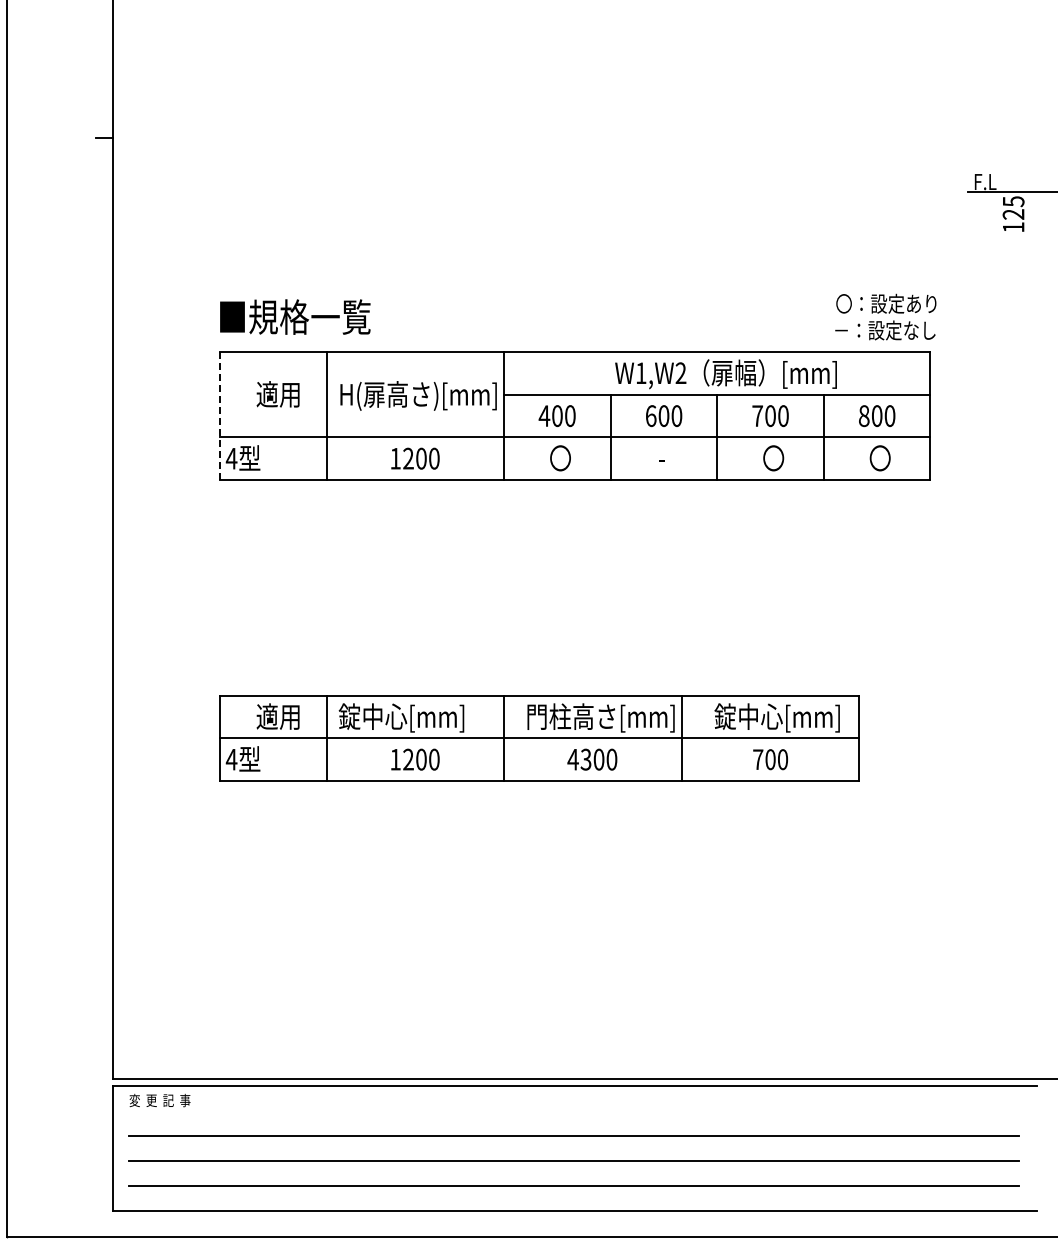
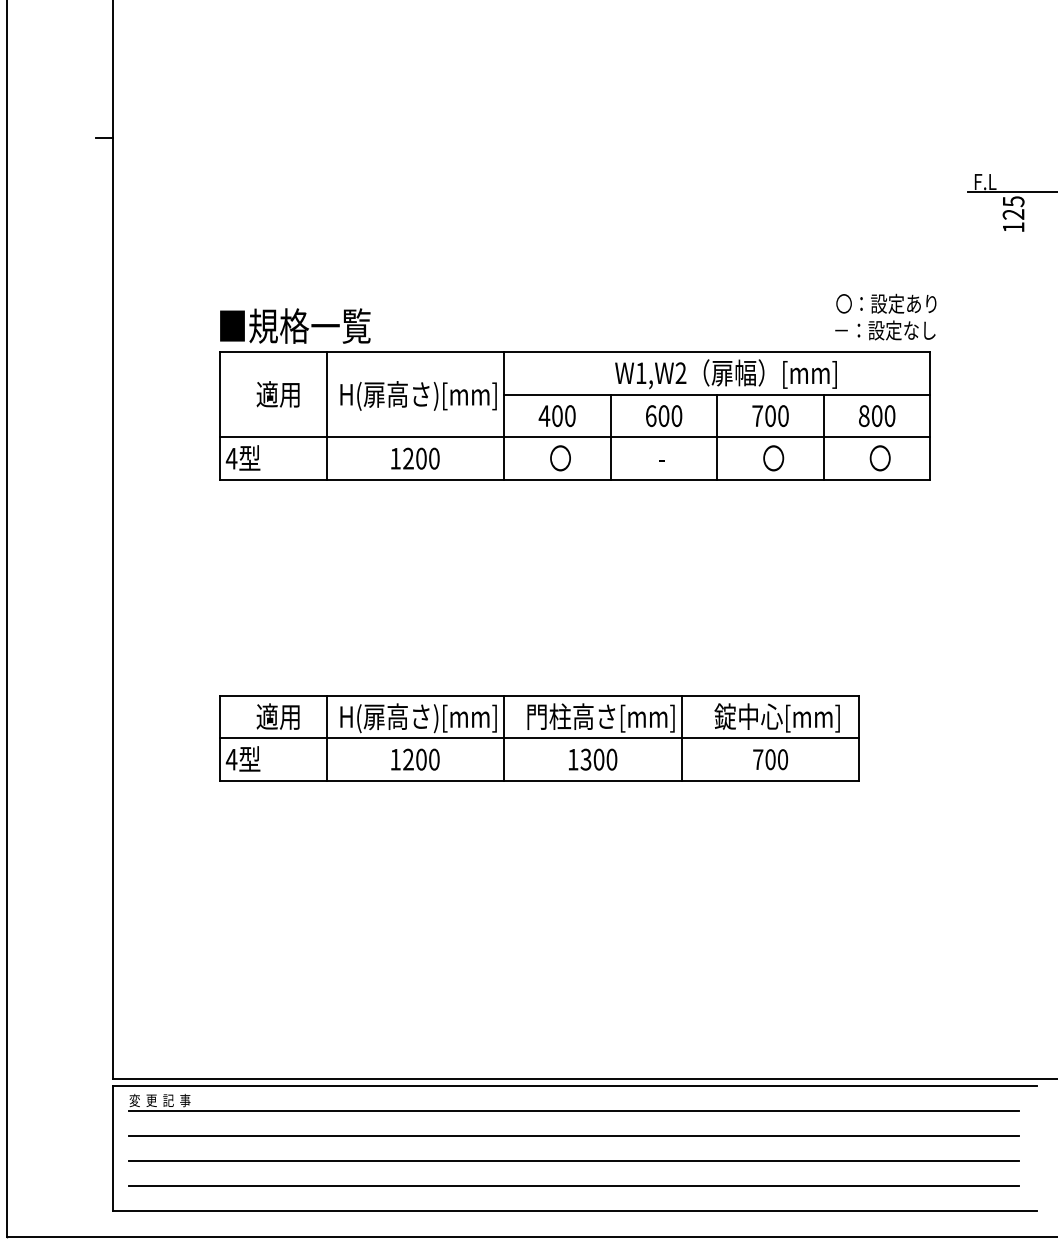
text at (295, 316) position: (295, 316) -> (295, 325)
line at (220, 416): dashed -> solid
text at (417, 718): 錠中心[mm] -> H(扉高さ)[mm]
text at (572, 759): 4300 -> 1300
line at (573, 1111): none -> present
